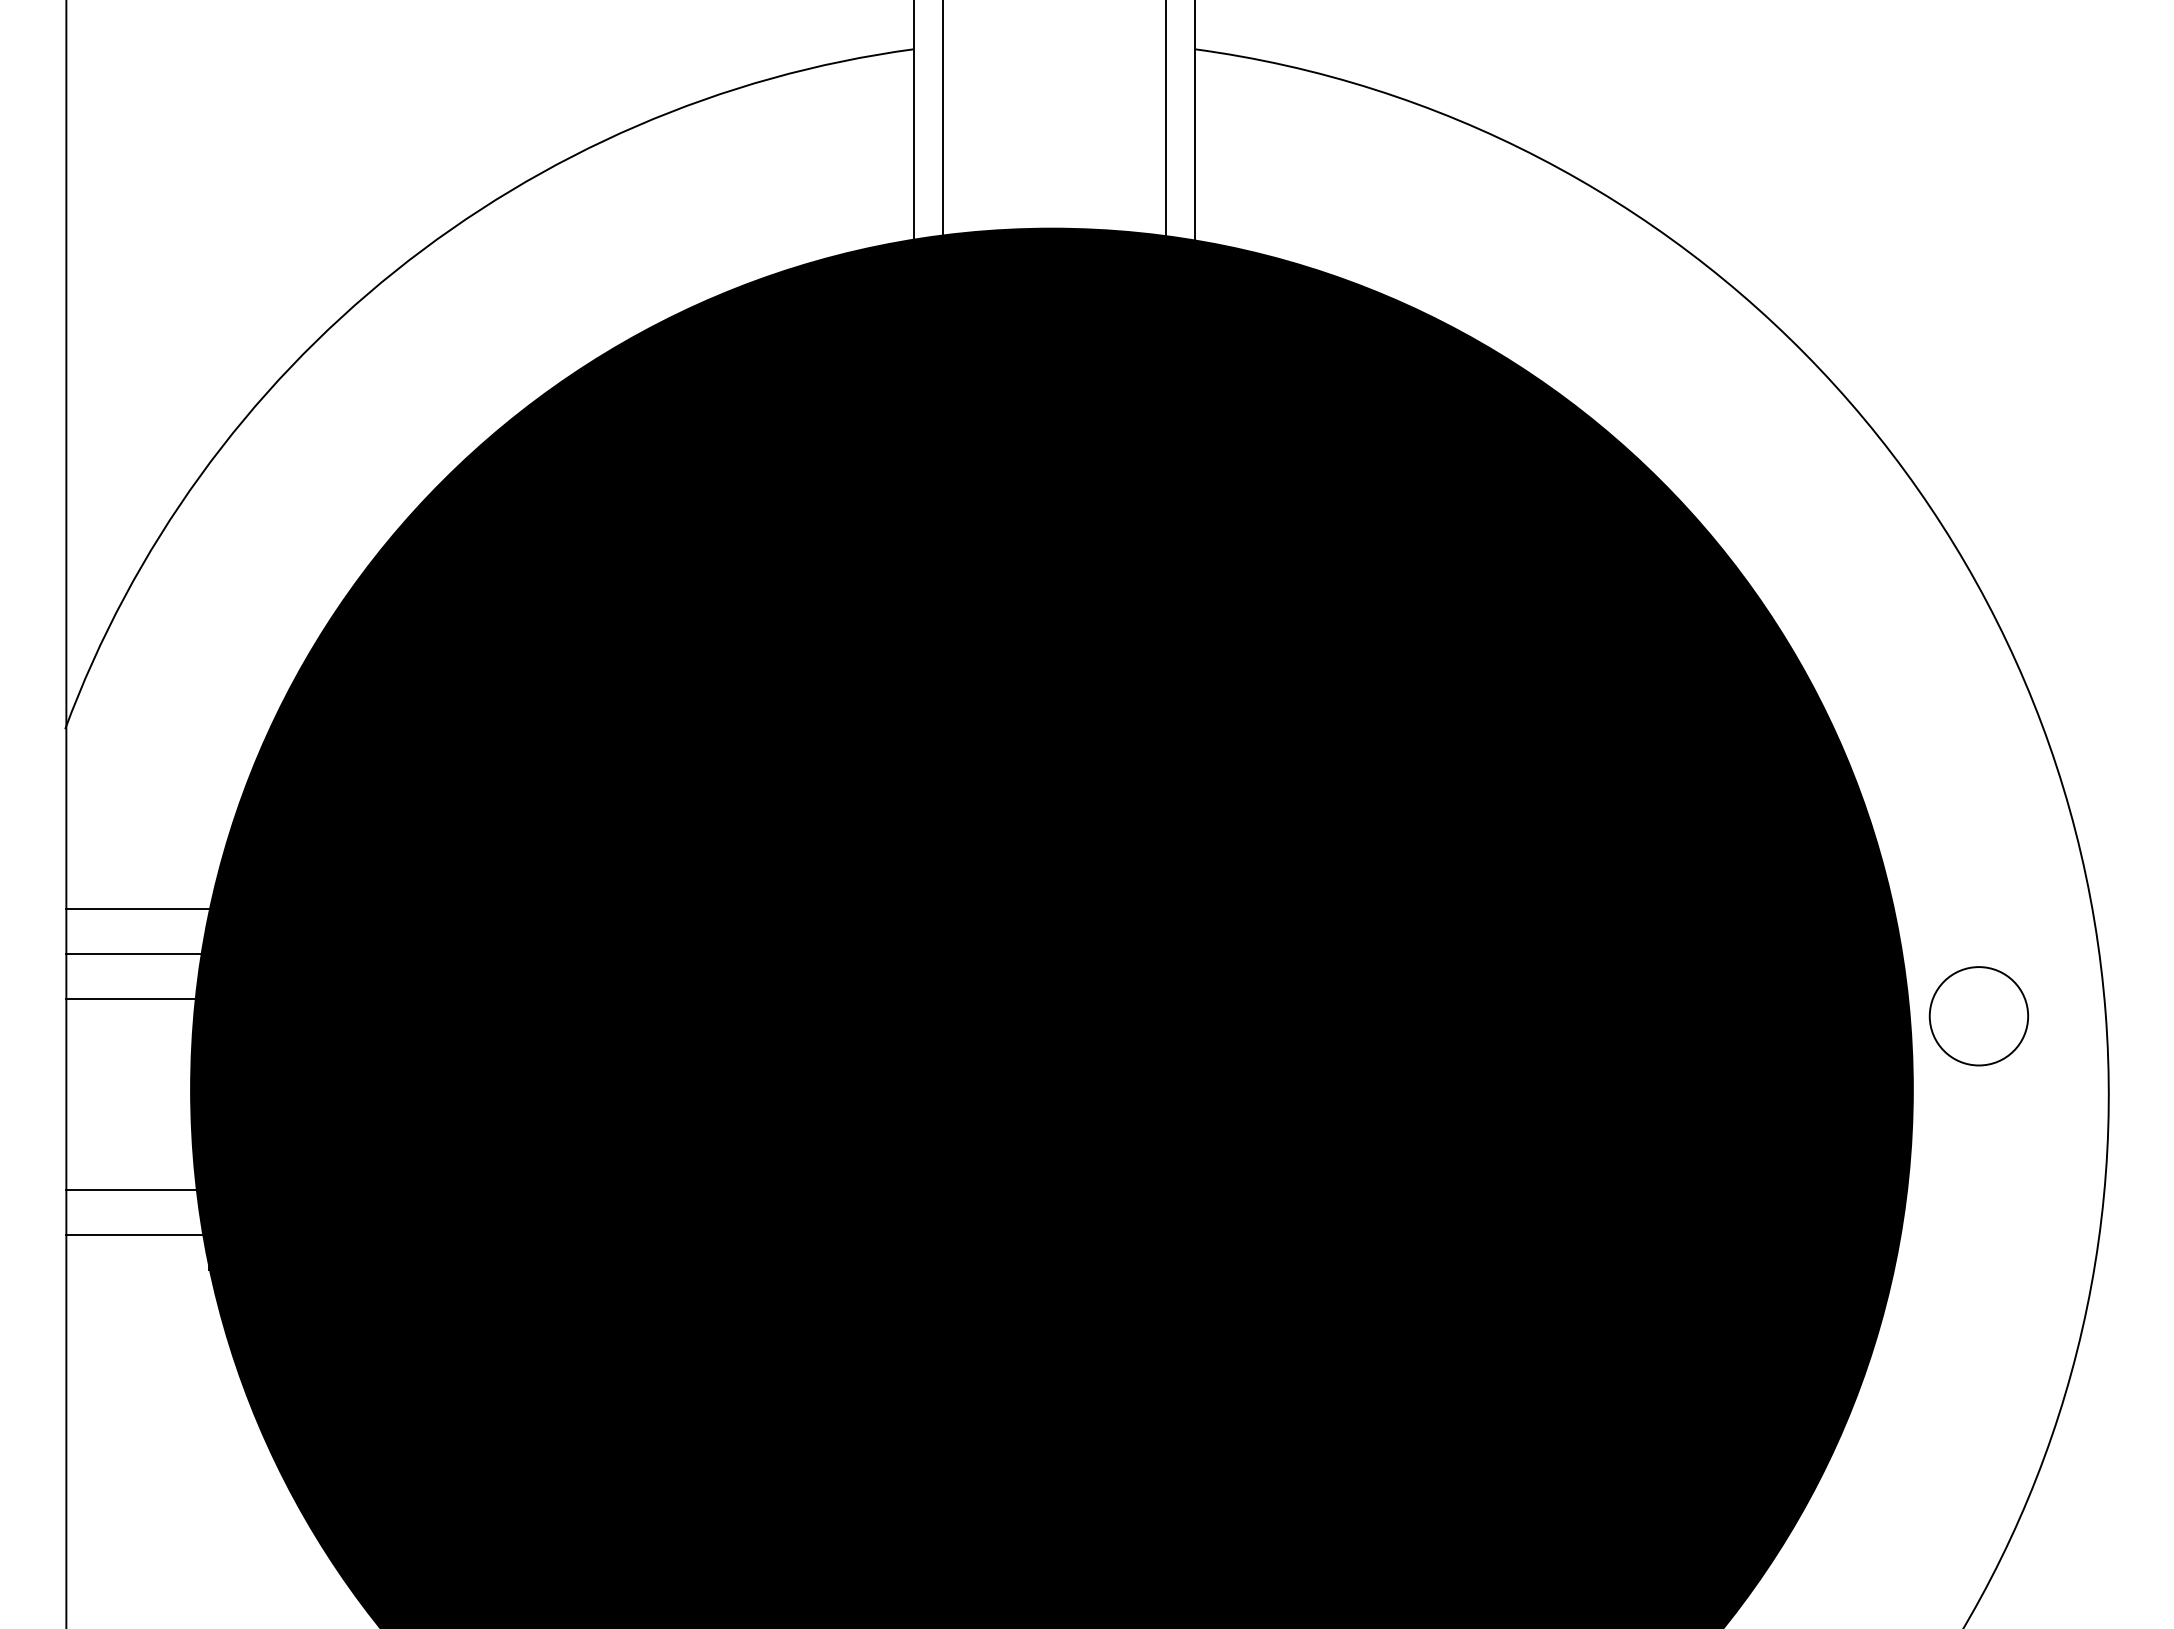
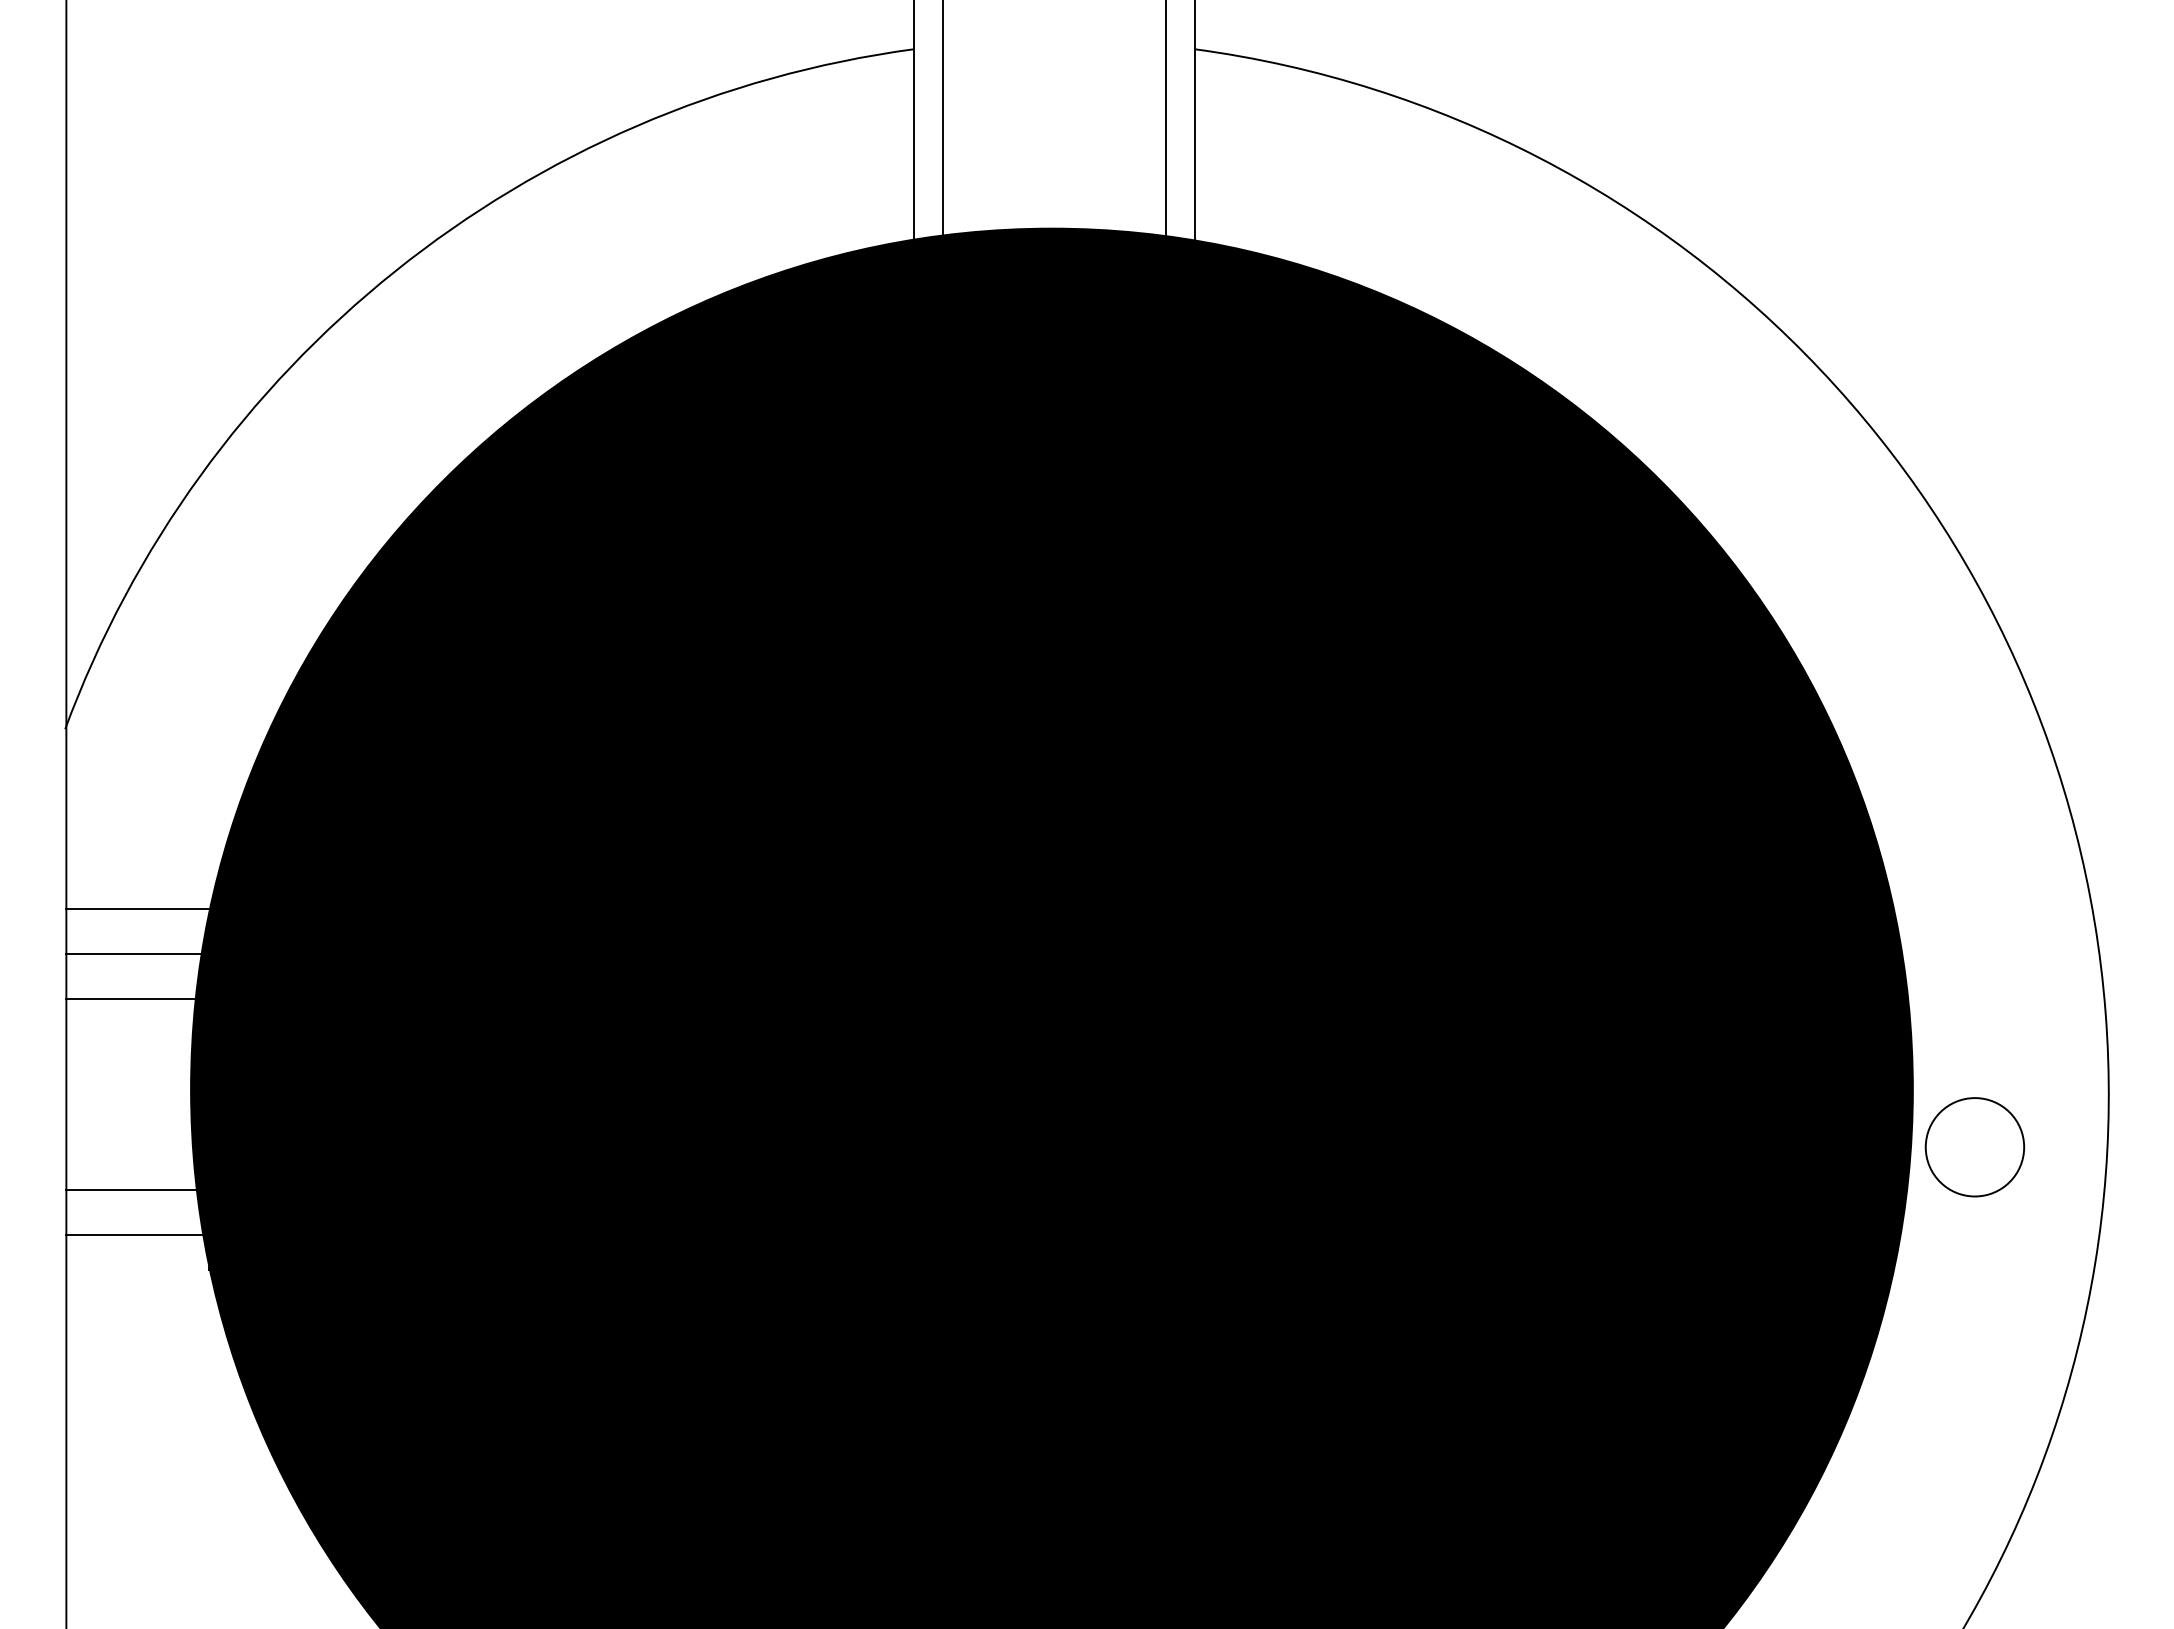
circle at (1978, 1016) position: (1978, 1016) -> (1974, 1147)
